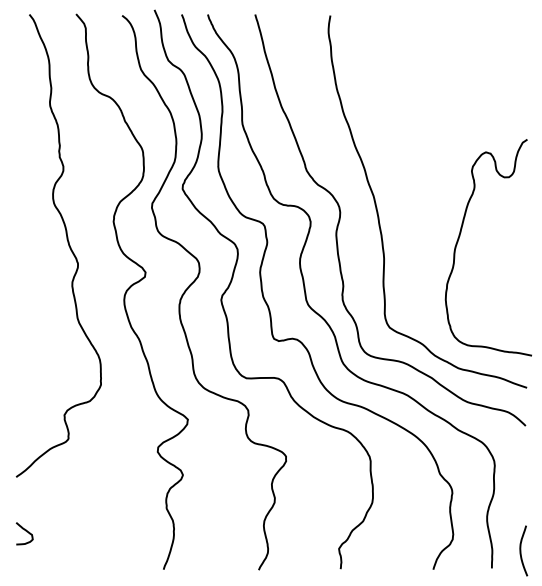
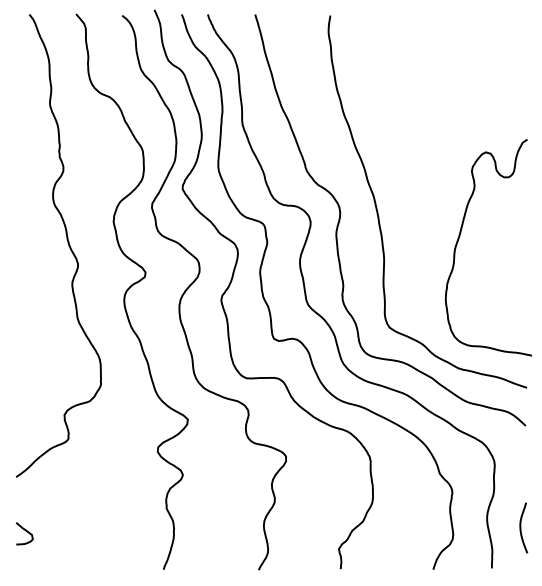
curve at (521, 550) position: (521, 550) -> (521, 527)
